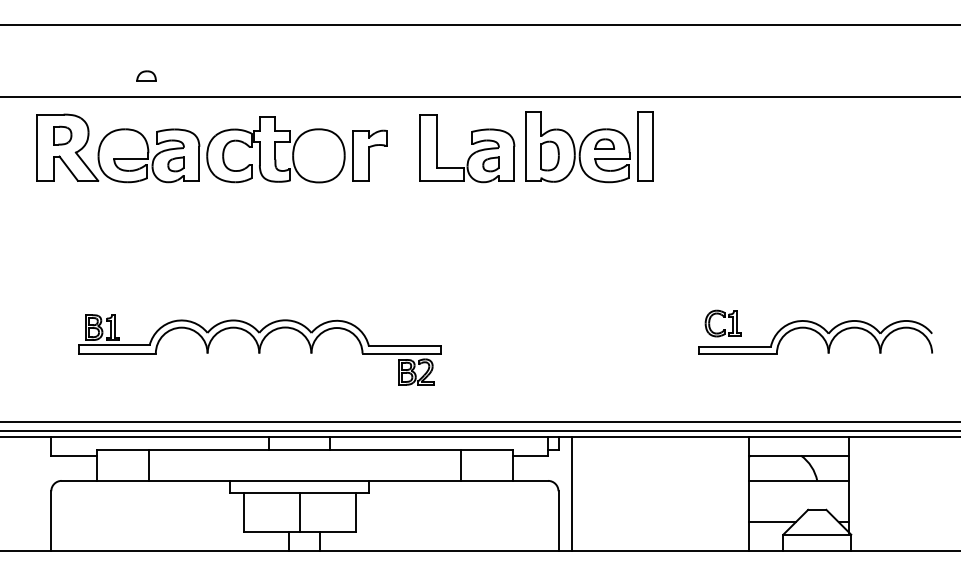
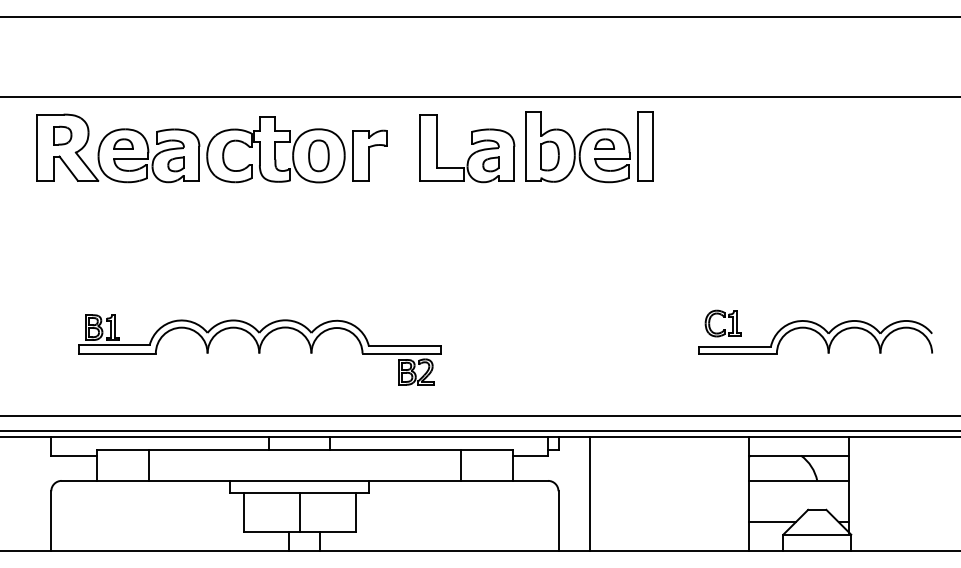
line at (479, 25) position: (479, 25) -> (479, 17)
part at (146, 75) position: (146, 75) -> (123, 143)
part at (318, 155): none -> present
line at (479, 422) position: (479, 422) -> (479, 416)
line at (571, 493) position: (571, 493) -> (589, 493)
